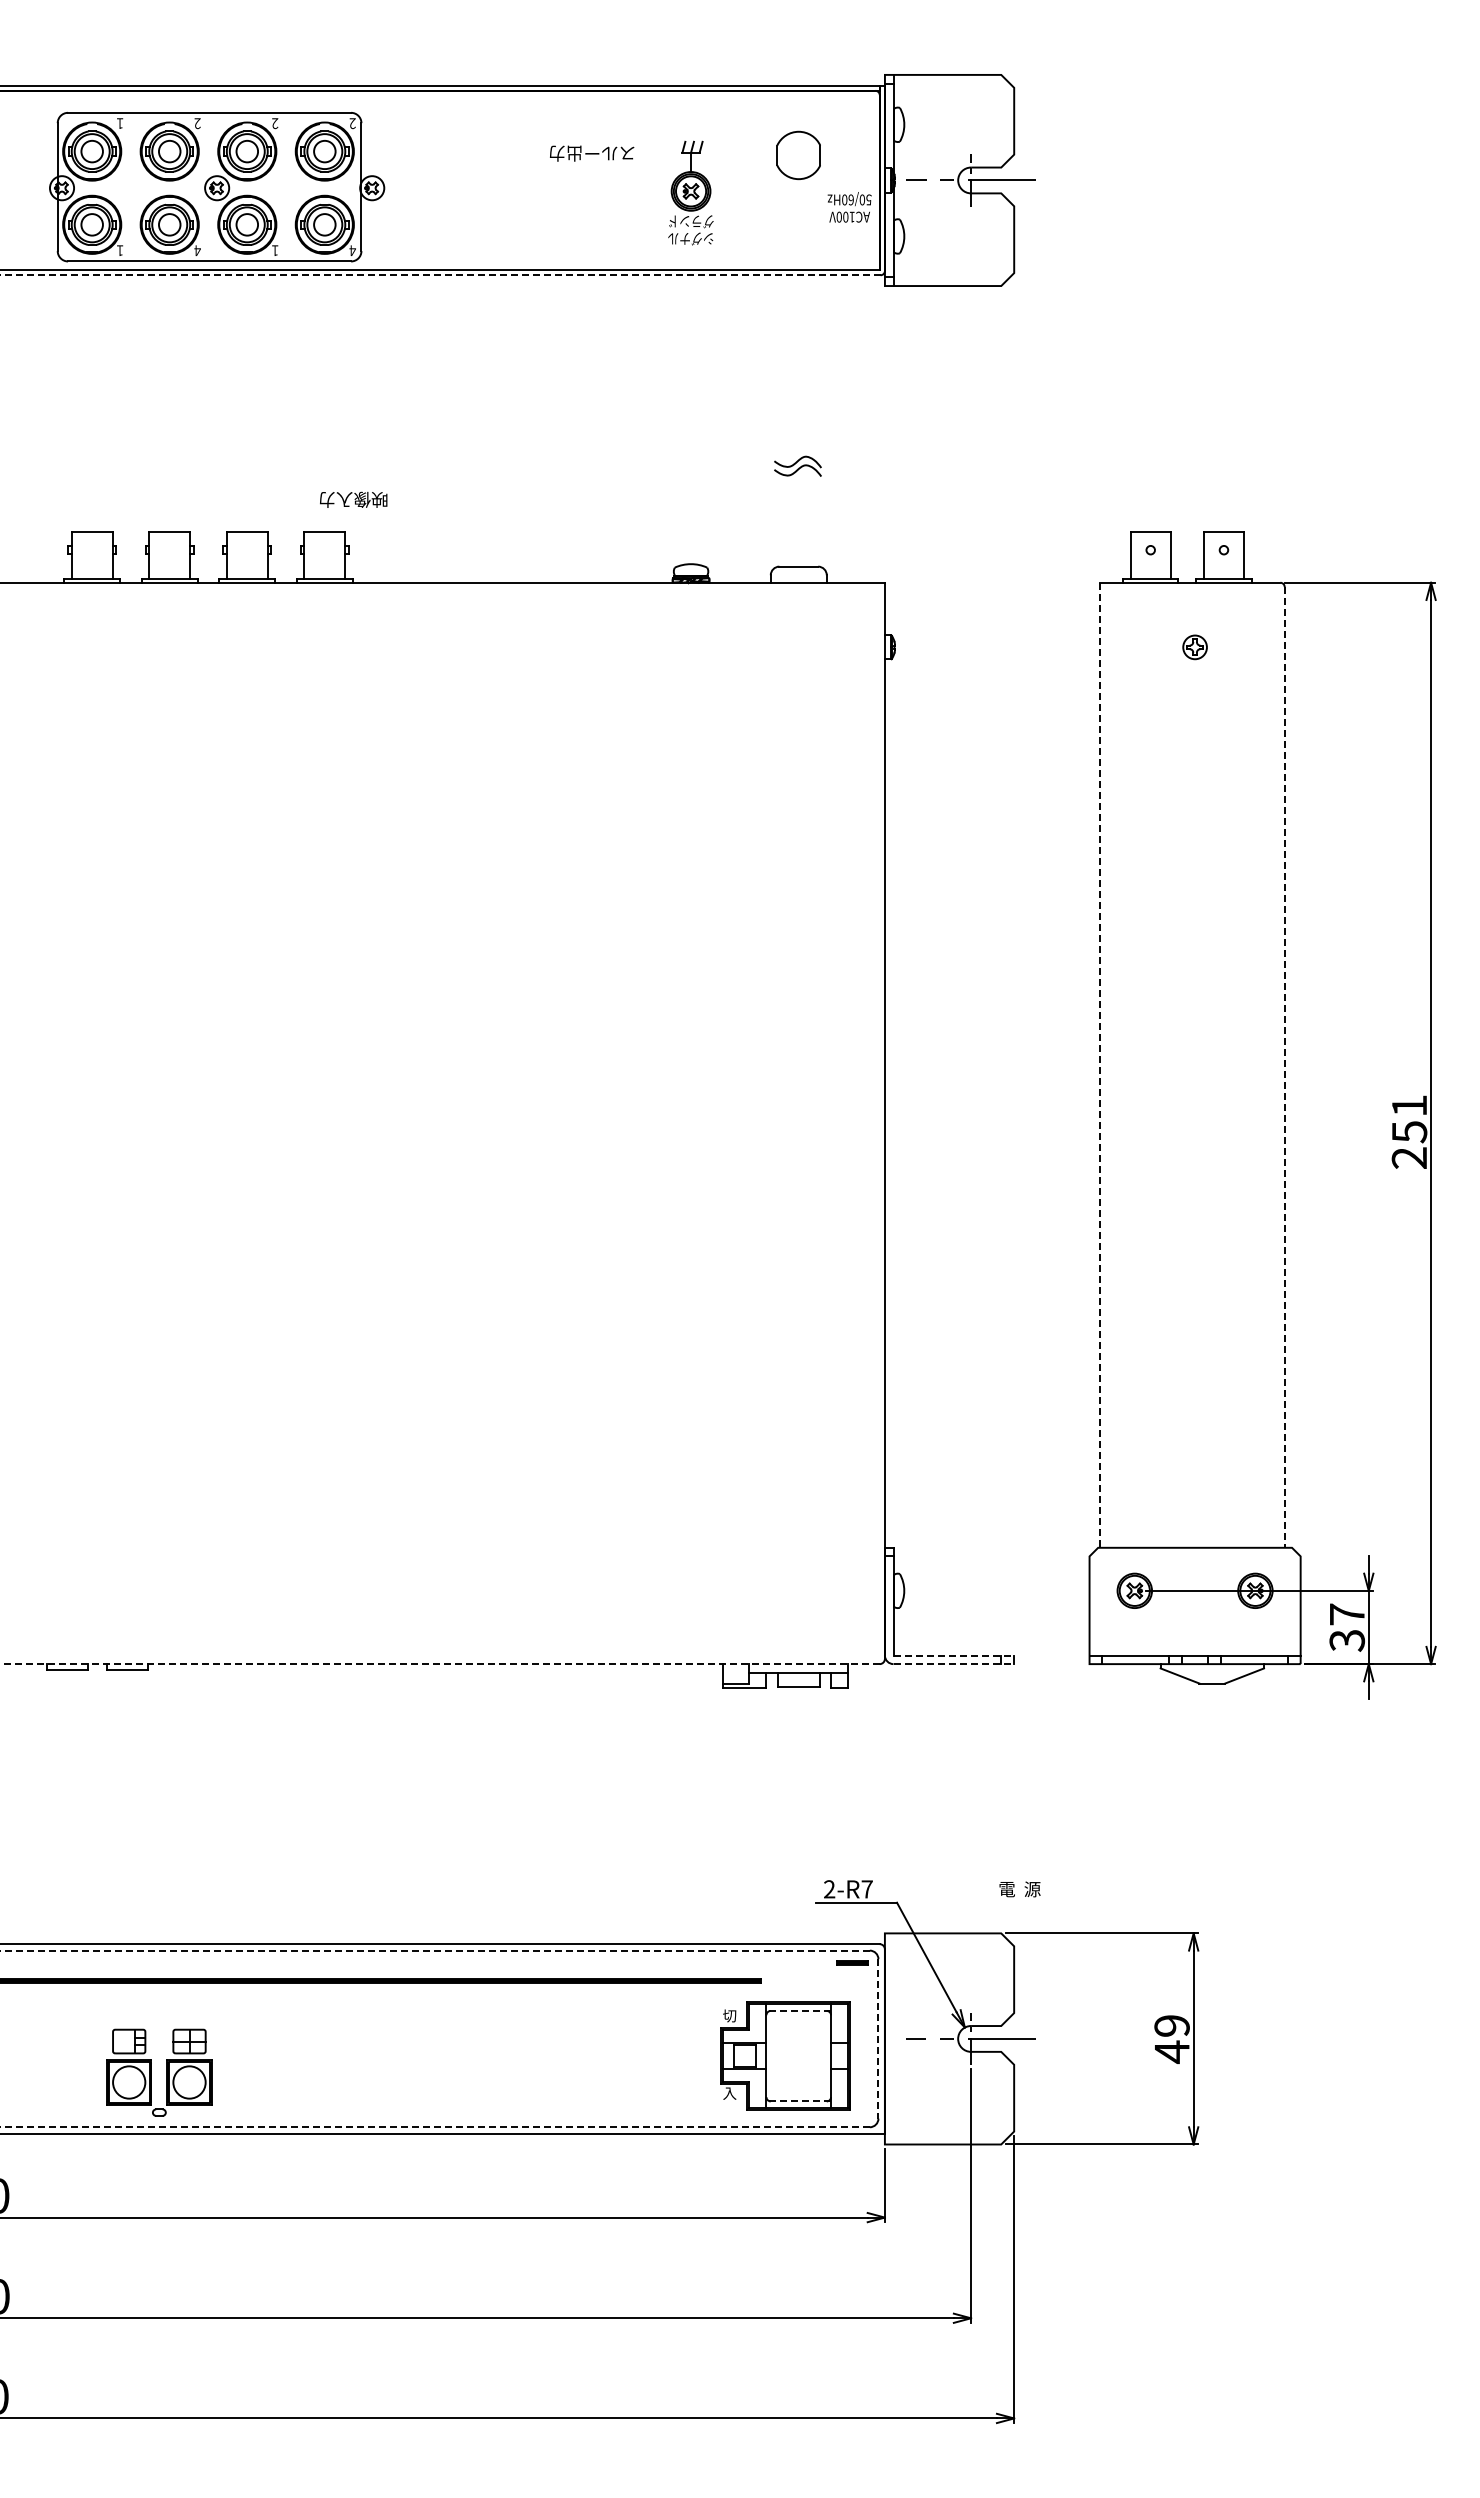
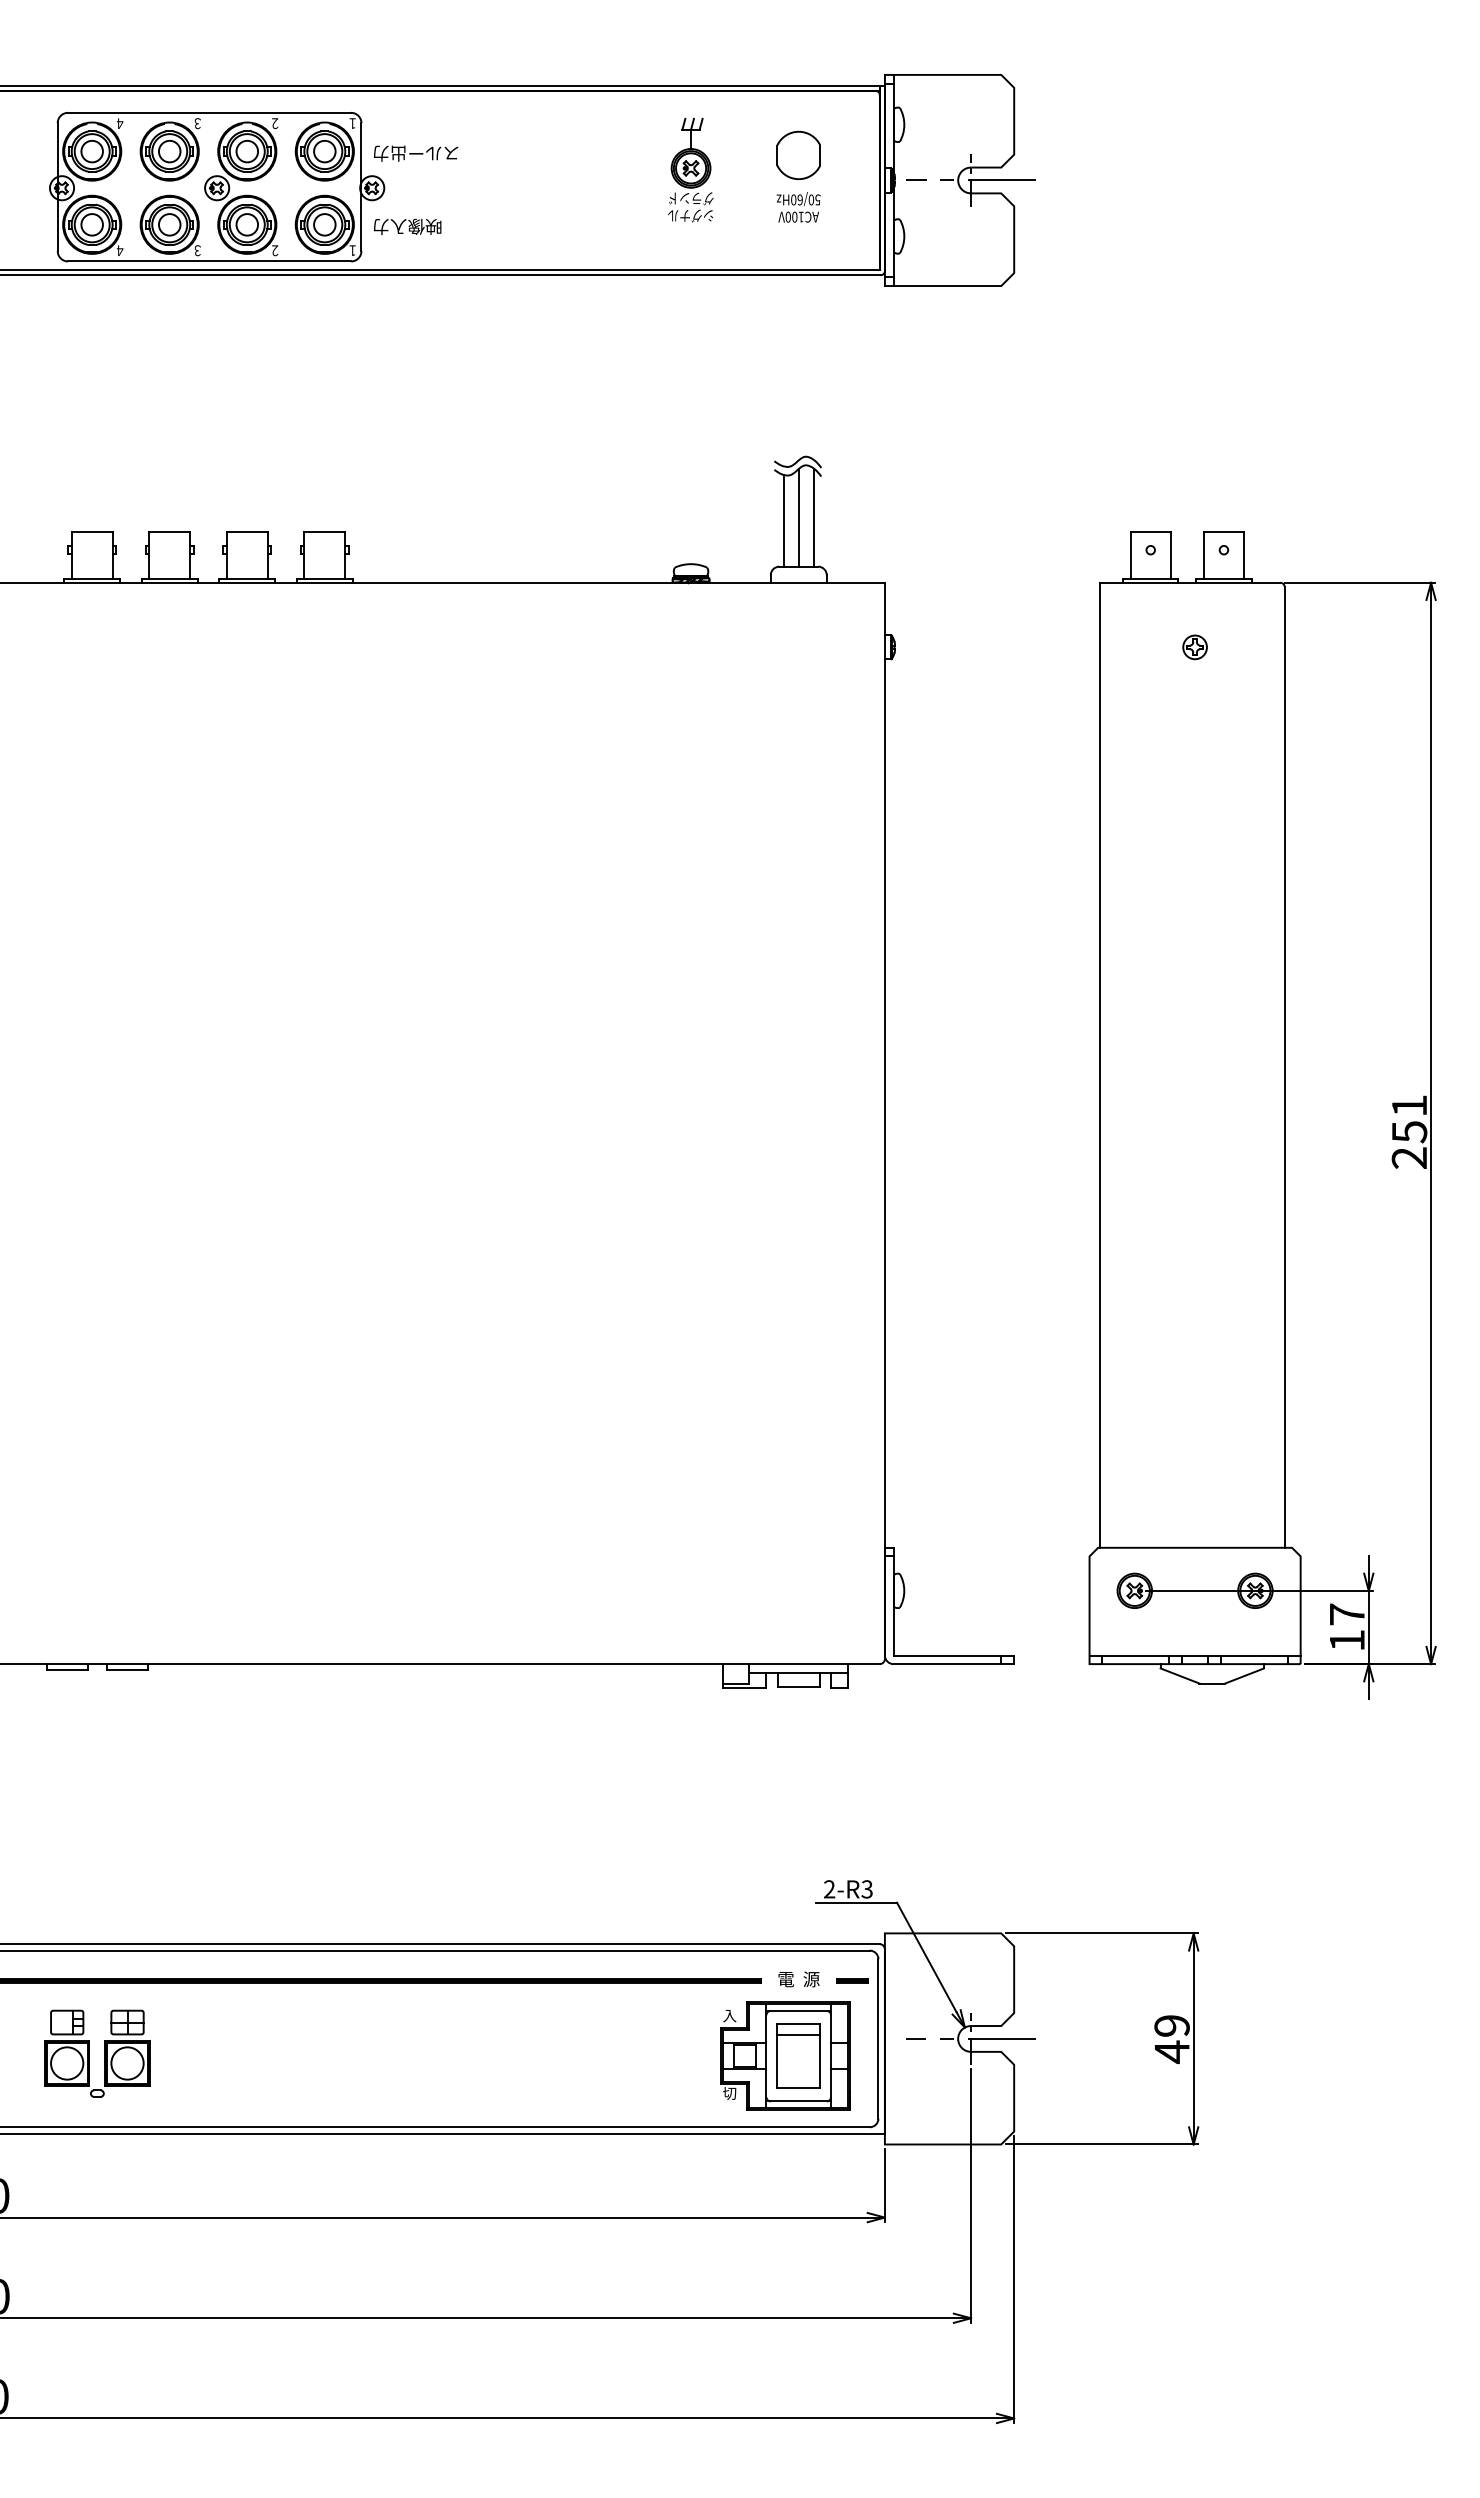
text at (197, 122): ２ -> ３
text at (119, 123): １ -> ４
text at (352, 124): ２ -> １
text at (592, 153) position: (592, 153) -> (416, 153)
part at (690, 192) position: (690, 192) -> (690, 169)
text at (849, 207) position: (849, 207) -> (798, 207)
text at (119, 250): １ -> ４
text at (197, 250): ４ -> ３
text at (352, 250): ４ -> １
text at (275, 251): １ -> ２
line at (440, 275): dashed -> solid
text at (353, 499) position: (353, 499) -> (407, 226)
line at (798, 517): none -> present
line at (813, 517): none -> present
line at (783, 520): none -> present
line at (1100, 1065): dashed -> solid
line at (1284, 1067): dashed -> solid
text at (1347, 1640): 37 -> 17
line at (954, 1655): dashed -> solid
line at (439, 1664): dashed -> solid
line at (954, 1664): dashed -> solid
text at (866, 1889): 2-R7 -> 2-R3
text at (1019, 1889) position: (1019, 1889) -> (798, 1979)
line at (435, 1950): dashed -> solid
part at (852, 1962) position: (852, 1962) -> (852, 1980)
line at (798, 2010): dashed -> solid
text at (729, 2015): 切 -> 入
line at (878, 2038): dashed -> solid
part at (798, 2055): none -> present
part at (166, 2072) position: (166, 2072) -> (104, 2053)
text at (729, 2093): 入 -> 切
line at (798, 2101): dashed -> solid
line at (435, 2127): dashed -> solid
